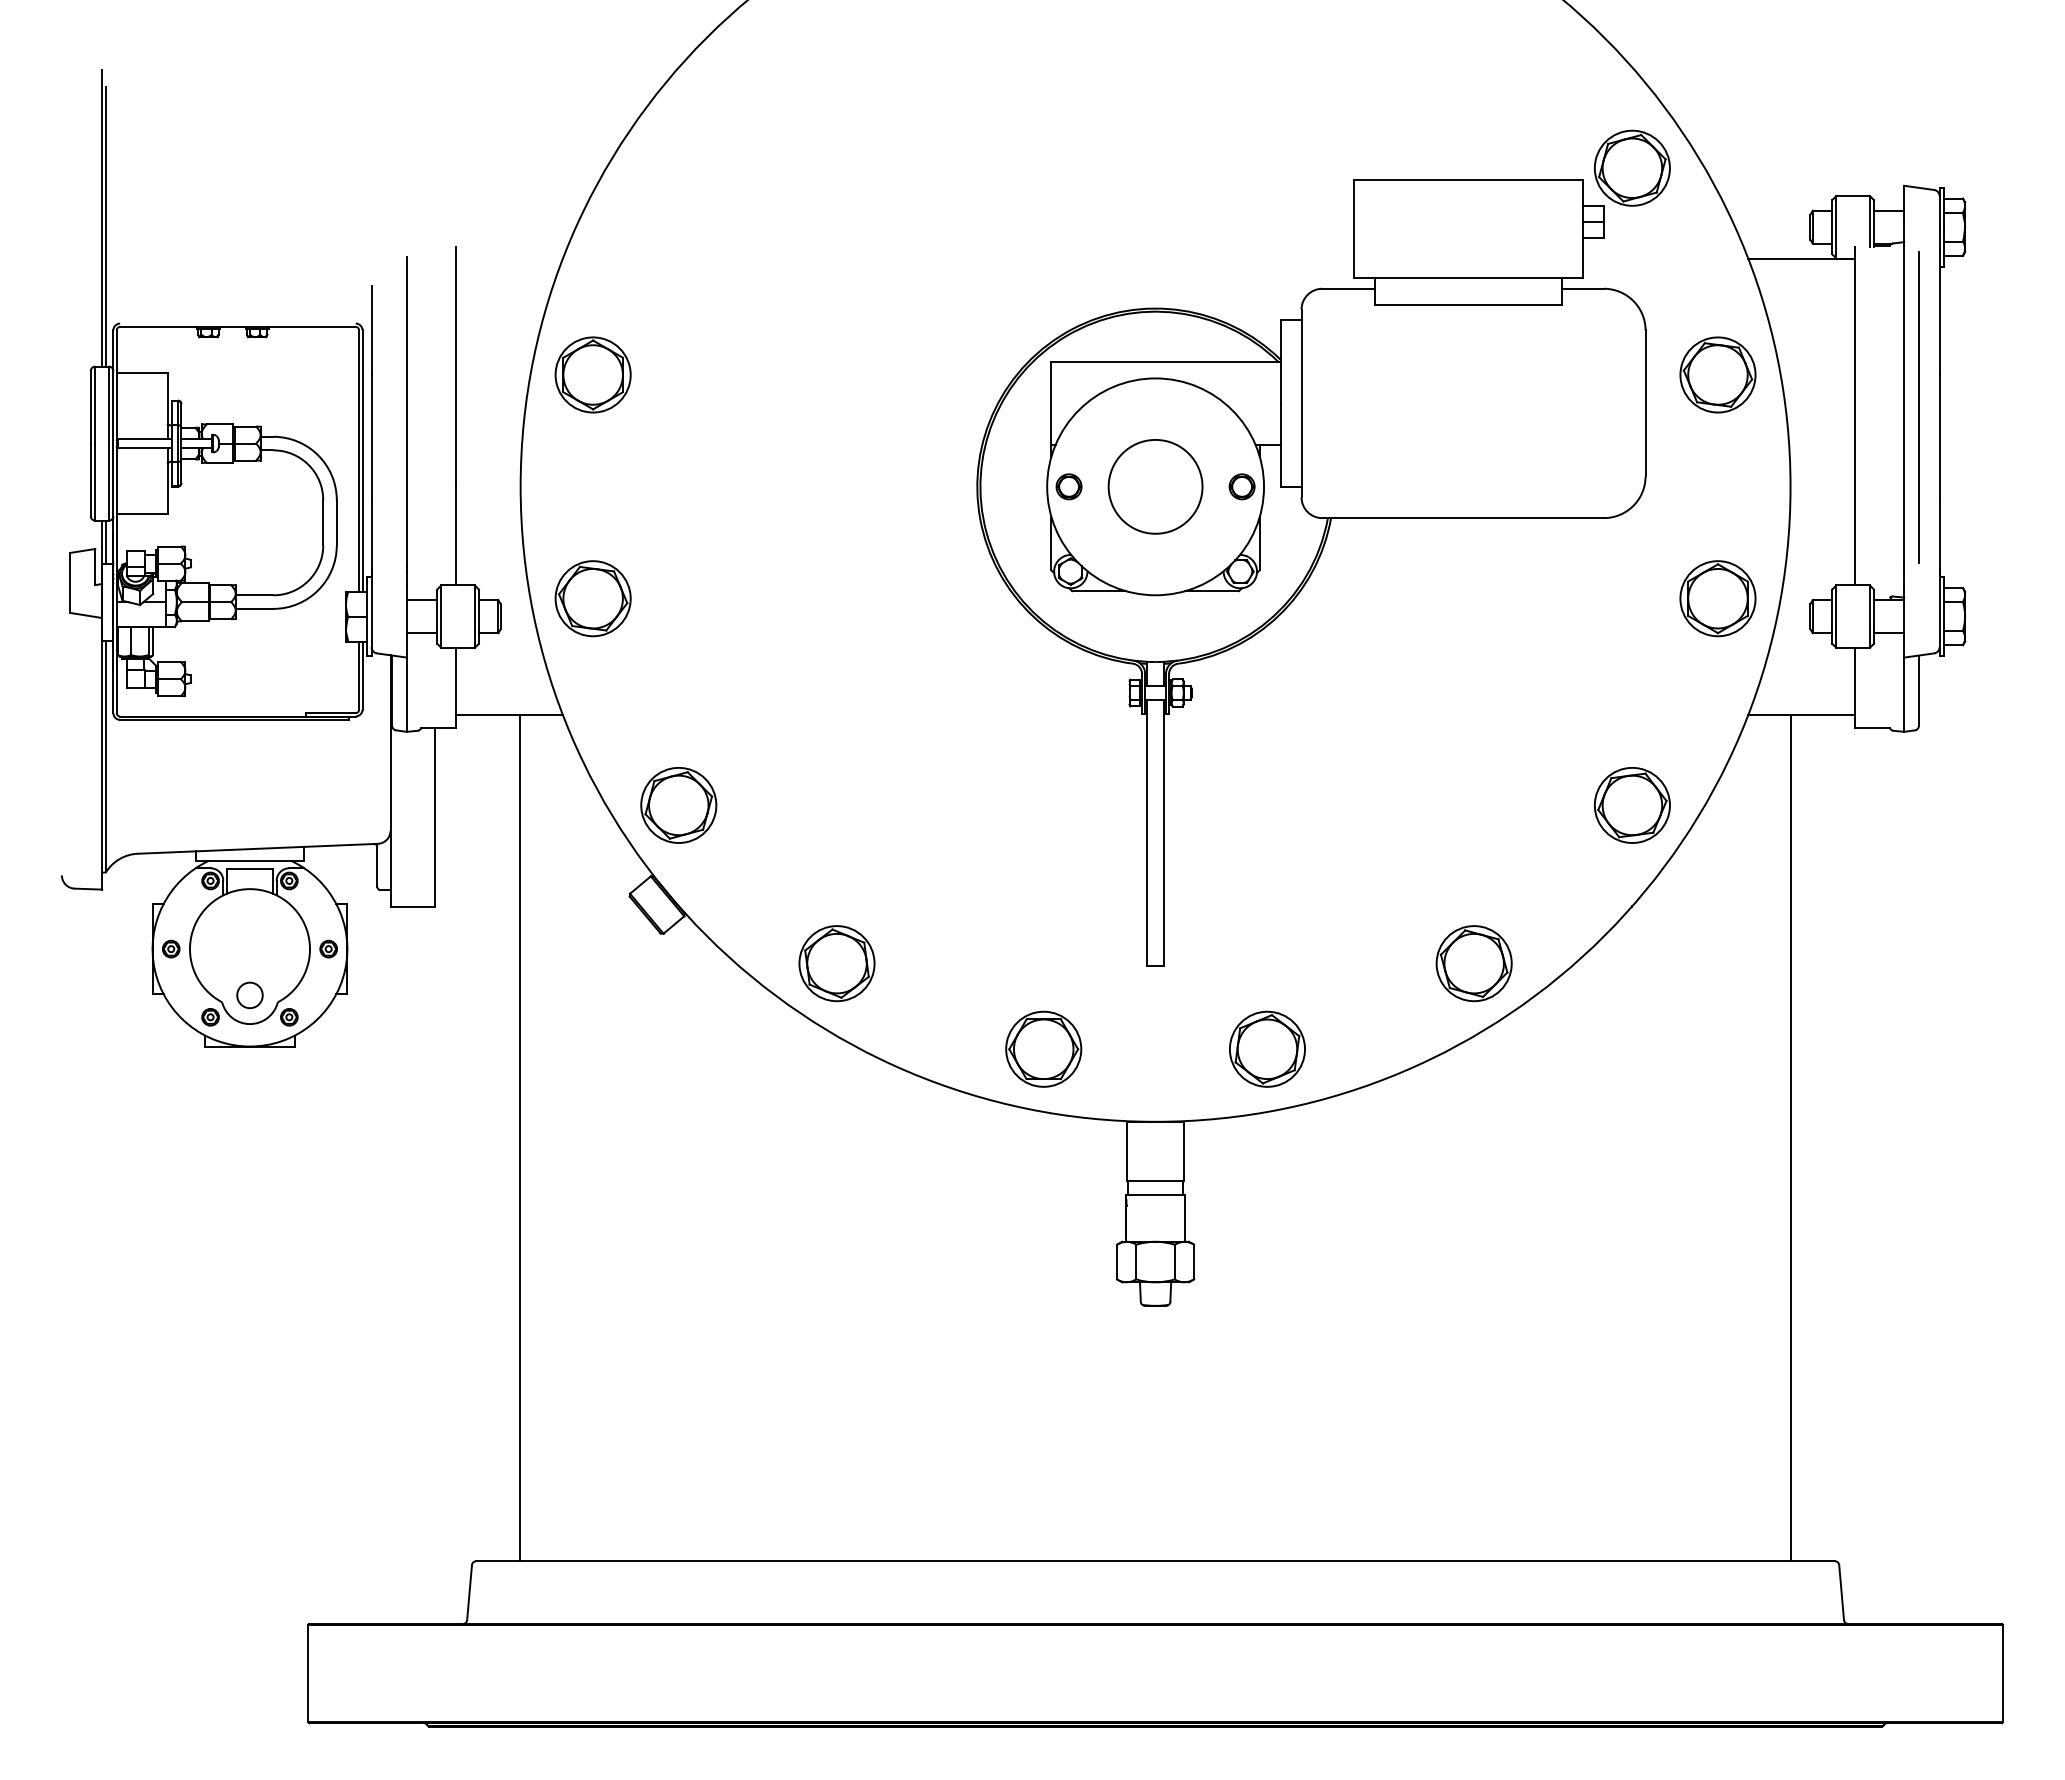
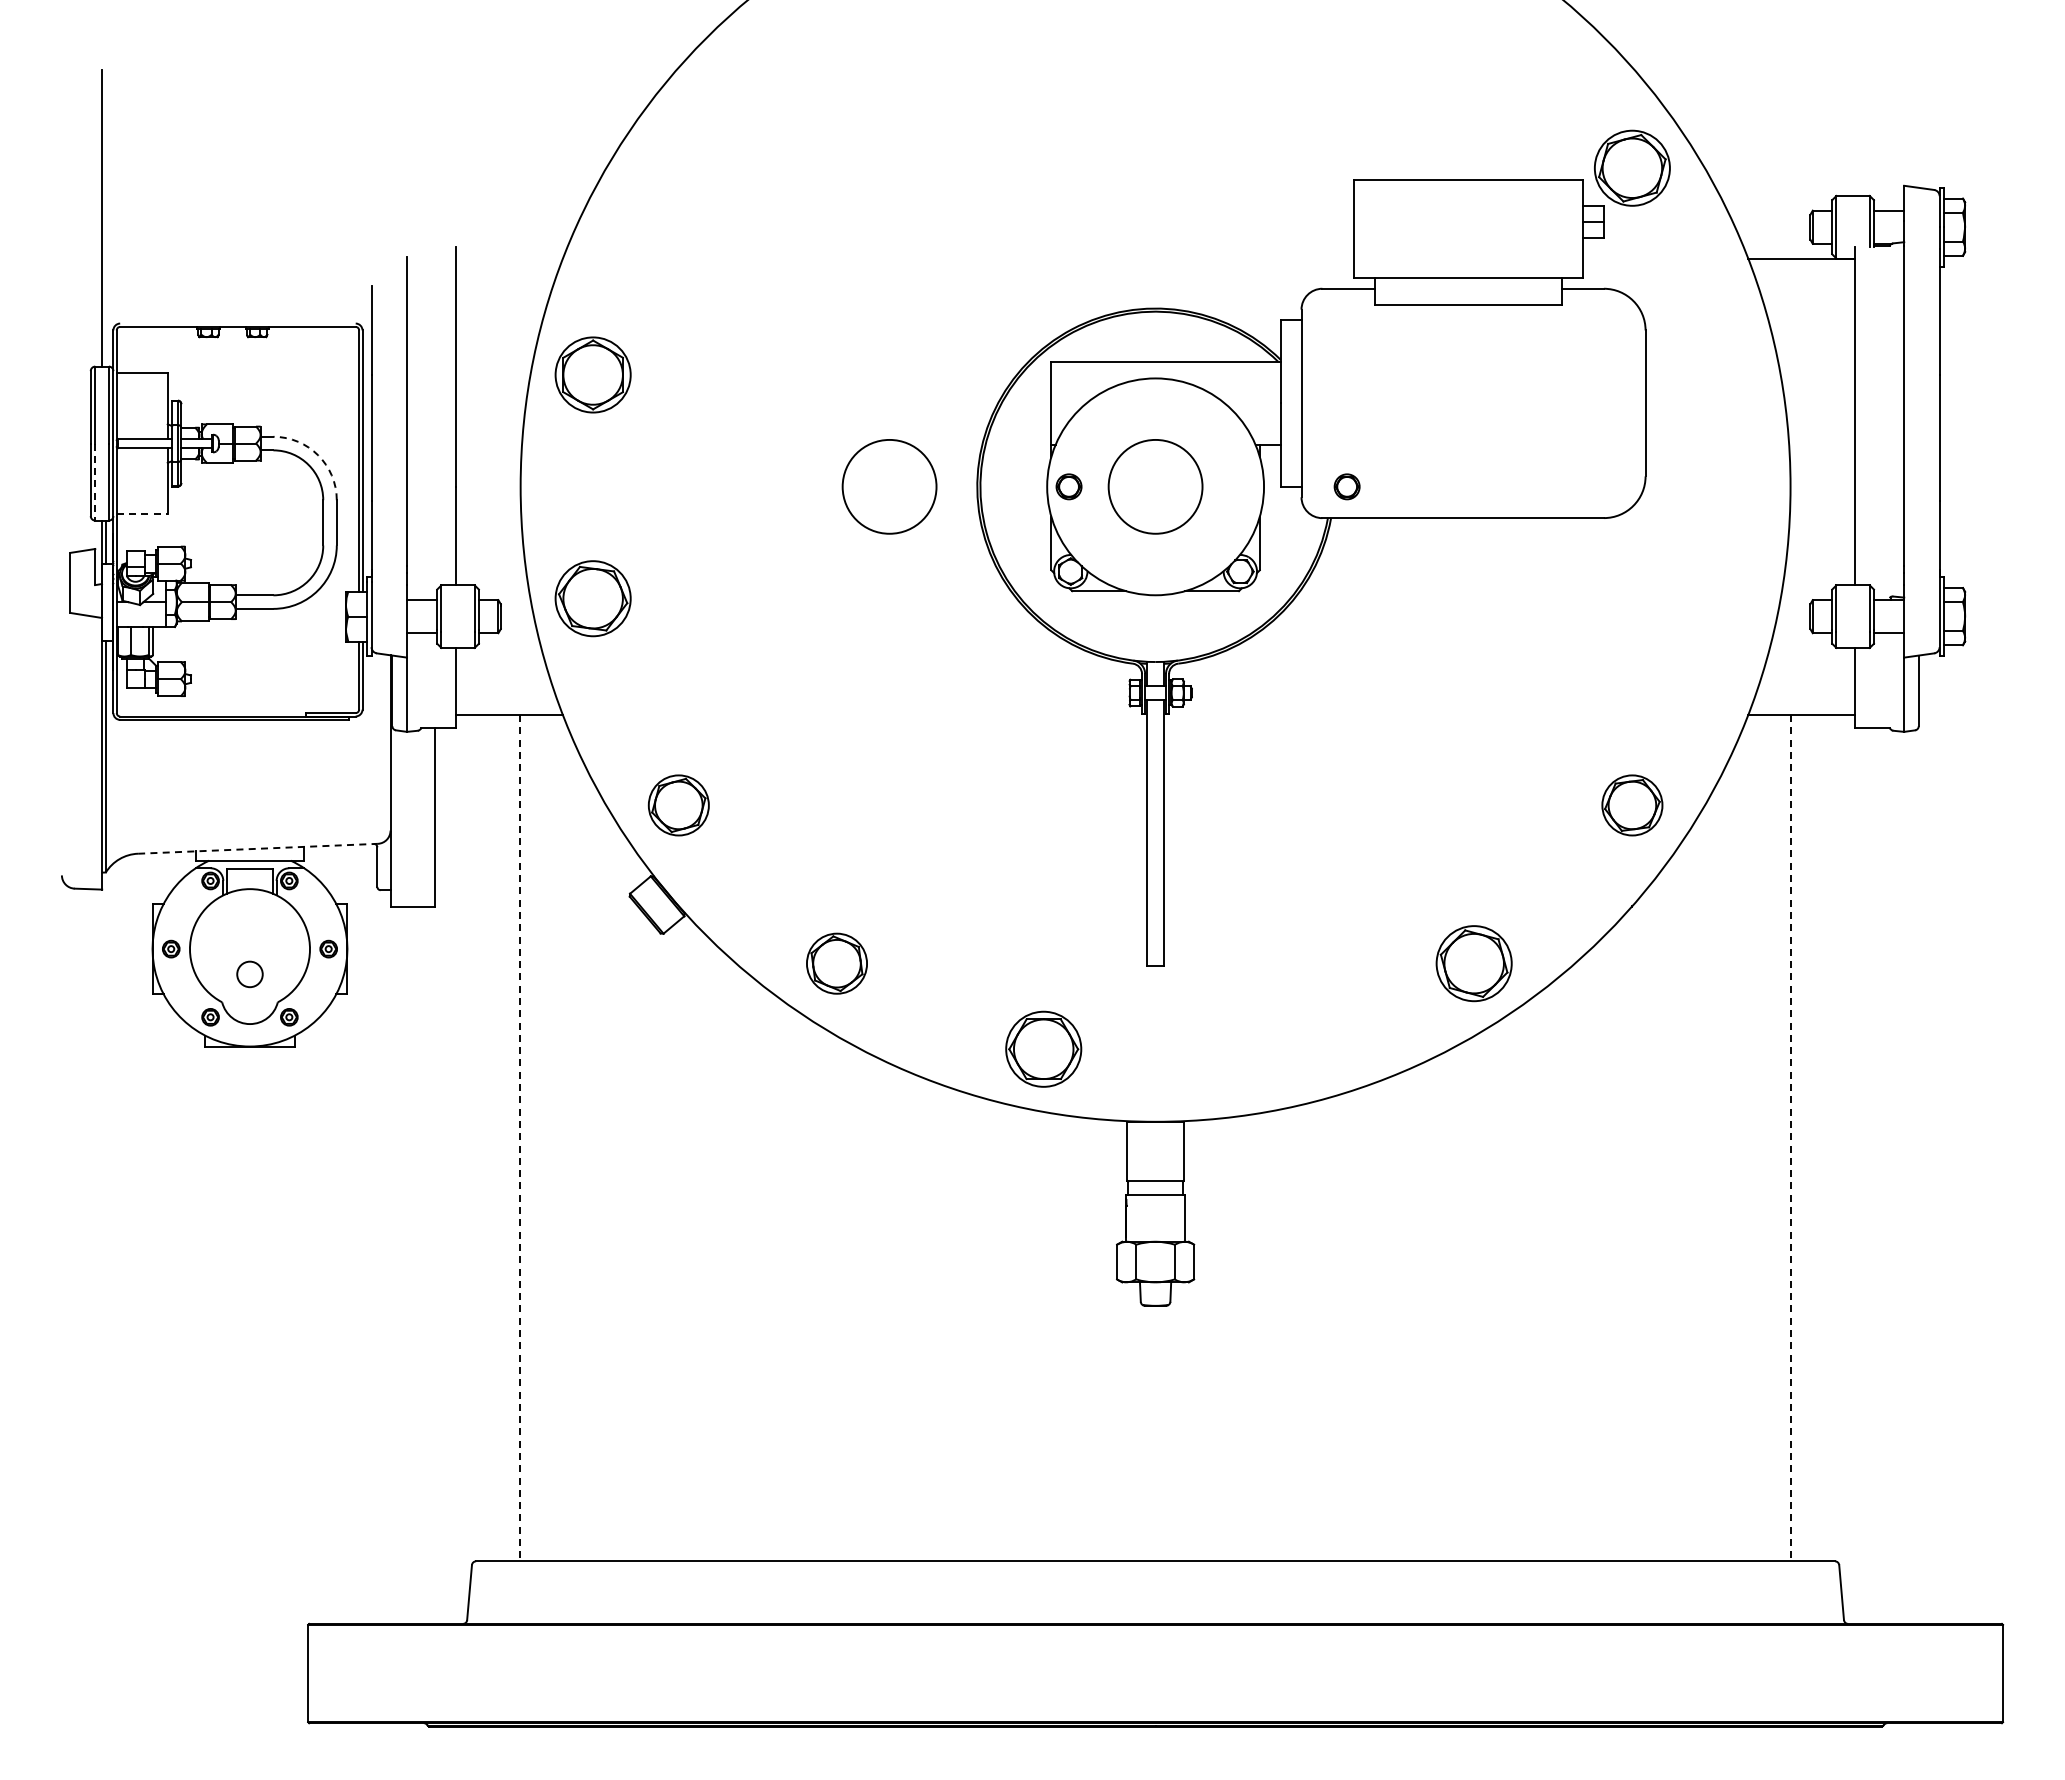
line at (105, 226): present -> none
part at (1717, 374): present -> none
line at (1918, 407): present -> none
arc at (318, 455): solid -> dashed
line at (95, 482): solid -> dashed
circle at (889, 486): none -> present
part at (1241, 486) position: (1241, 486) -> (1346, 486)
line at (142, 513): solid -> dashed
part at (1717, 598): present -> none
part at (678, 805) size: 78x77 px -> 63x63 px
part at (1632, 805) size: 77x77 px -> 63x63 px
line at (258, 848): solid -> dashed
part at (836, 963) size: 78x78 px -> 62x63 px
circle at (249, 995) position: (249, 995) -> (249, 974)
part at (1267, 1048): present -> none
line at (520, 1138): solid -> dashed
line at (1791, 1138): solid -> dashed
